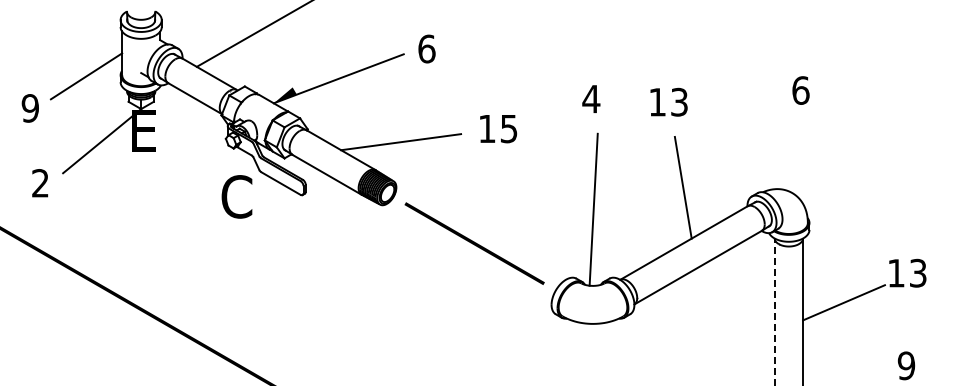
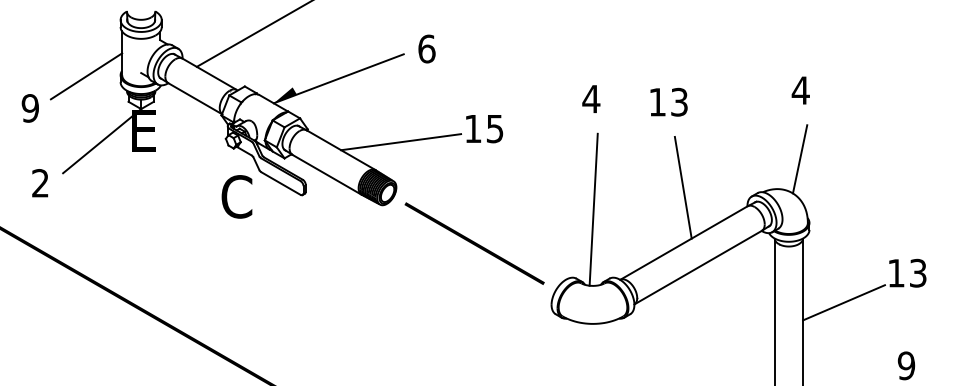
text at (800, 90): 6 -> 4
text at (498, 129) position: (498, 129) -> (484, 129)
line at (799, 159): none -> present
line at (774, 312): dashed -> solid
